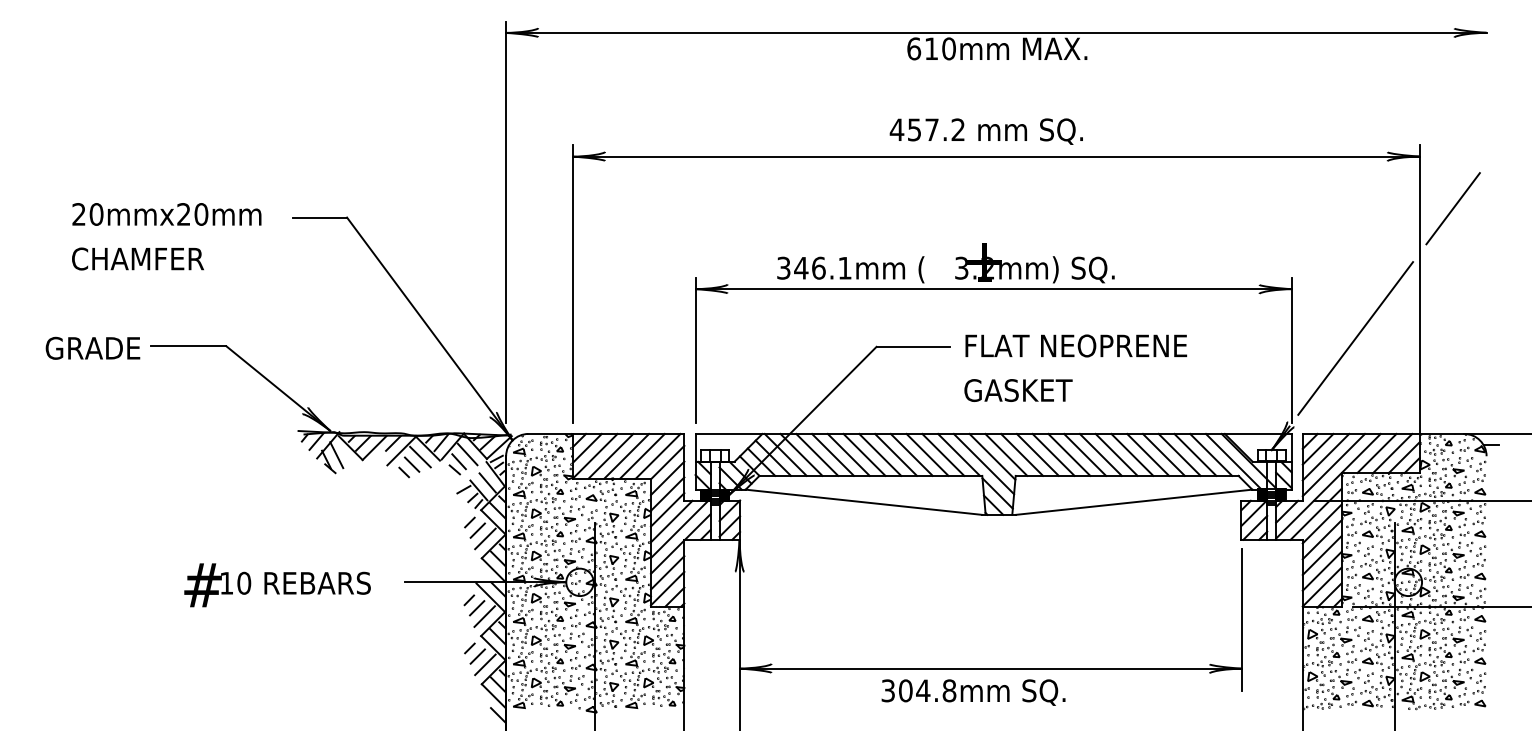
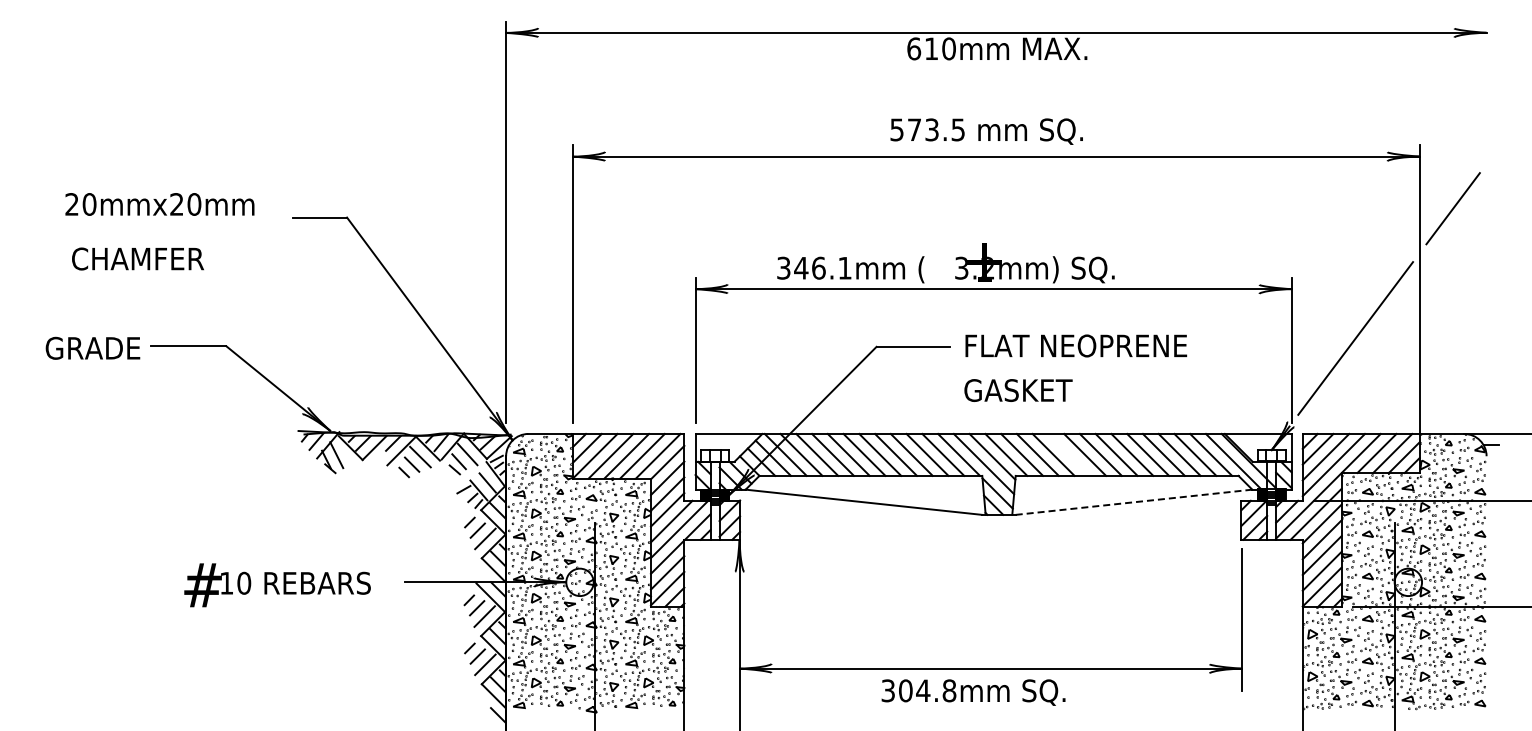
text at (926, 129): 457.2 -> 573.5
text at (166, 214) position: (166, 214) -> (159, 204)
line at (1069, 454): present -> none
line at (1134, 502): solid -> dashed
